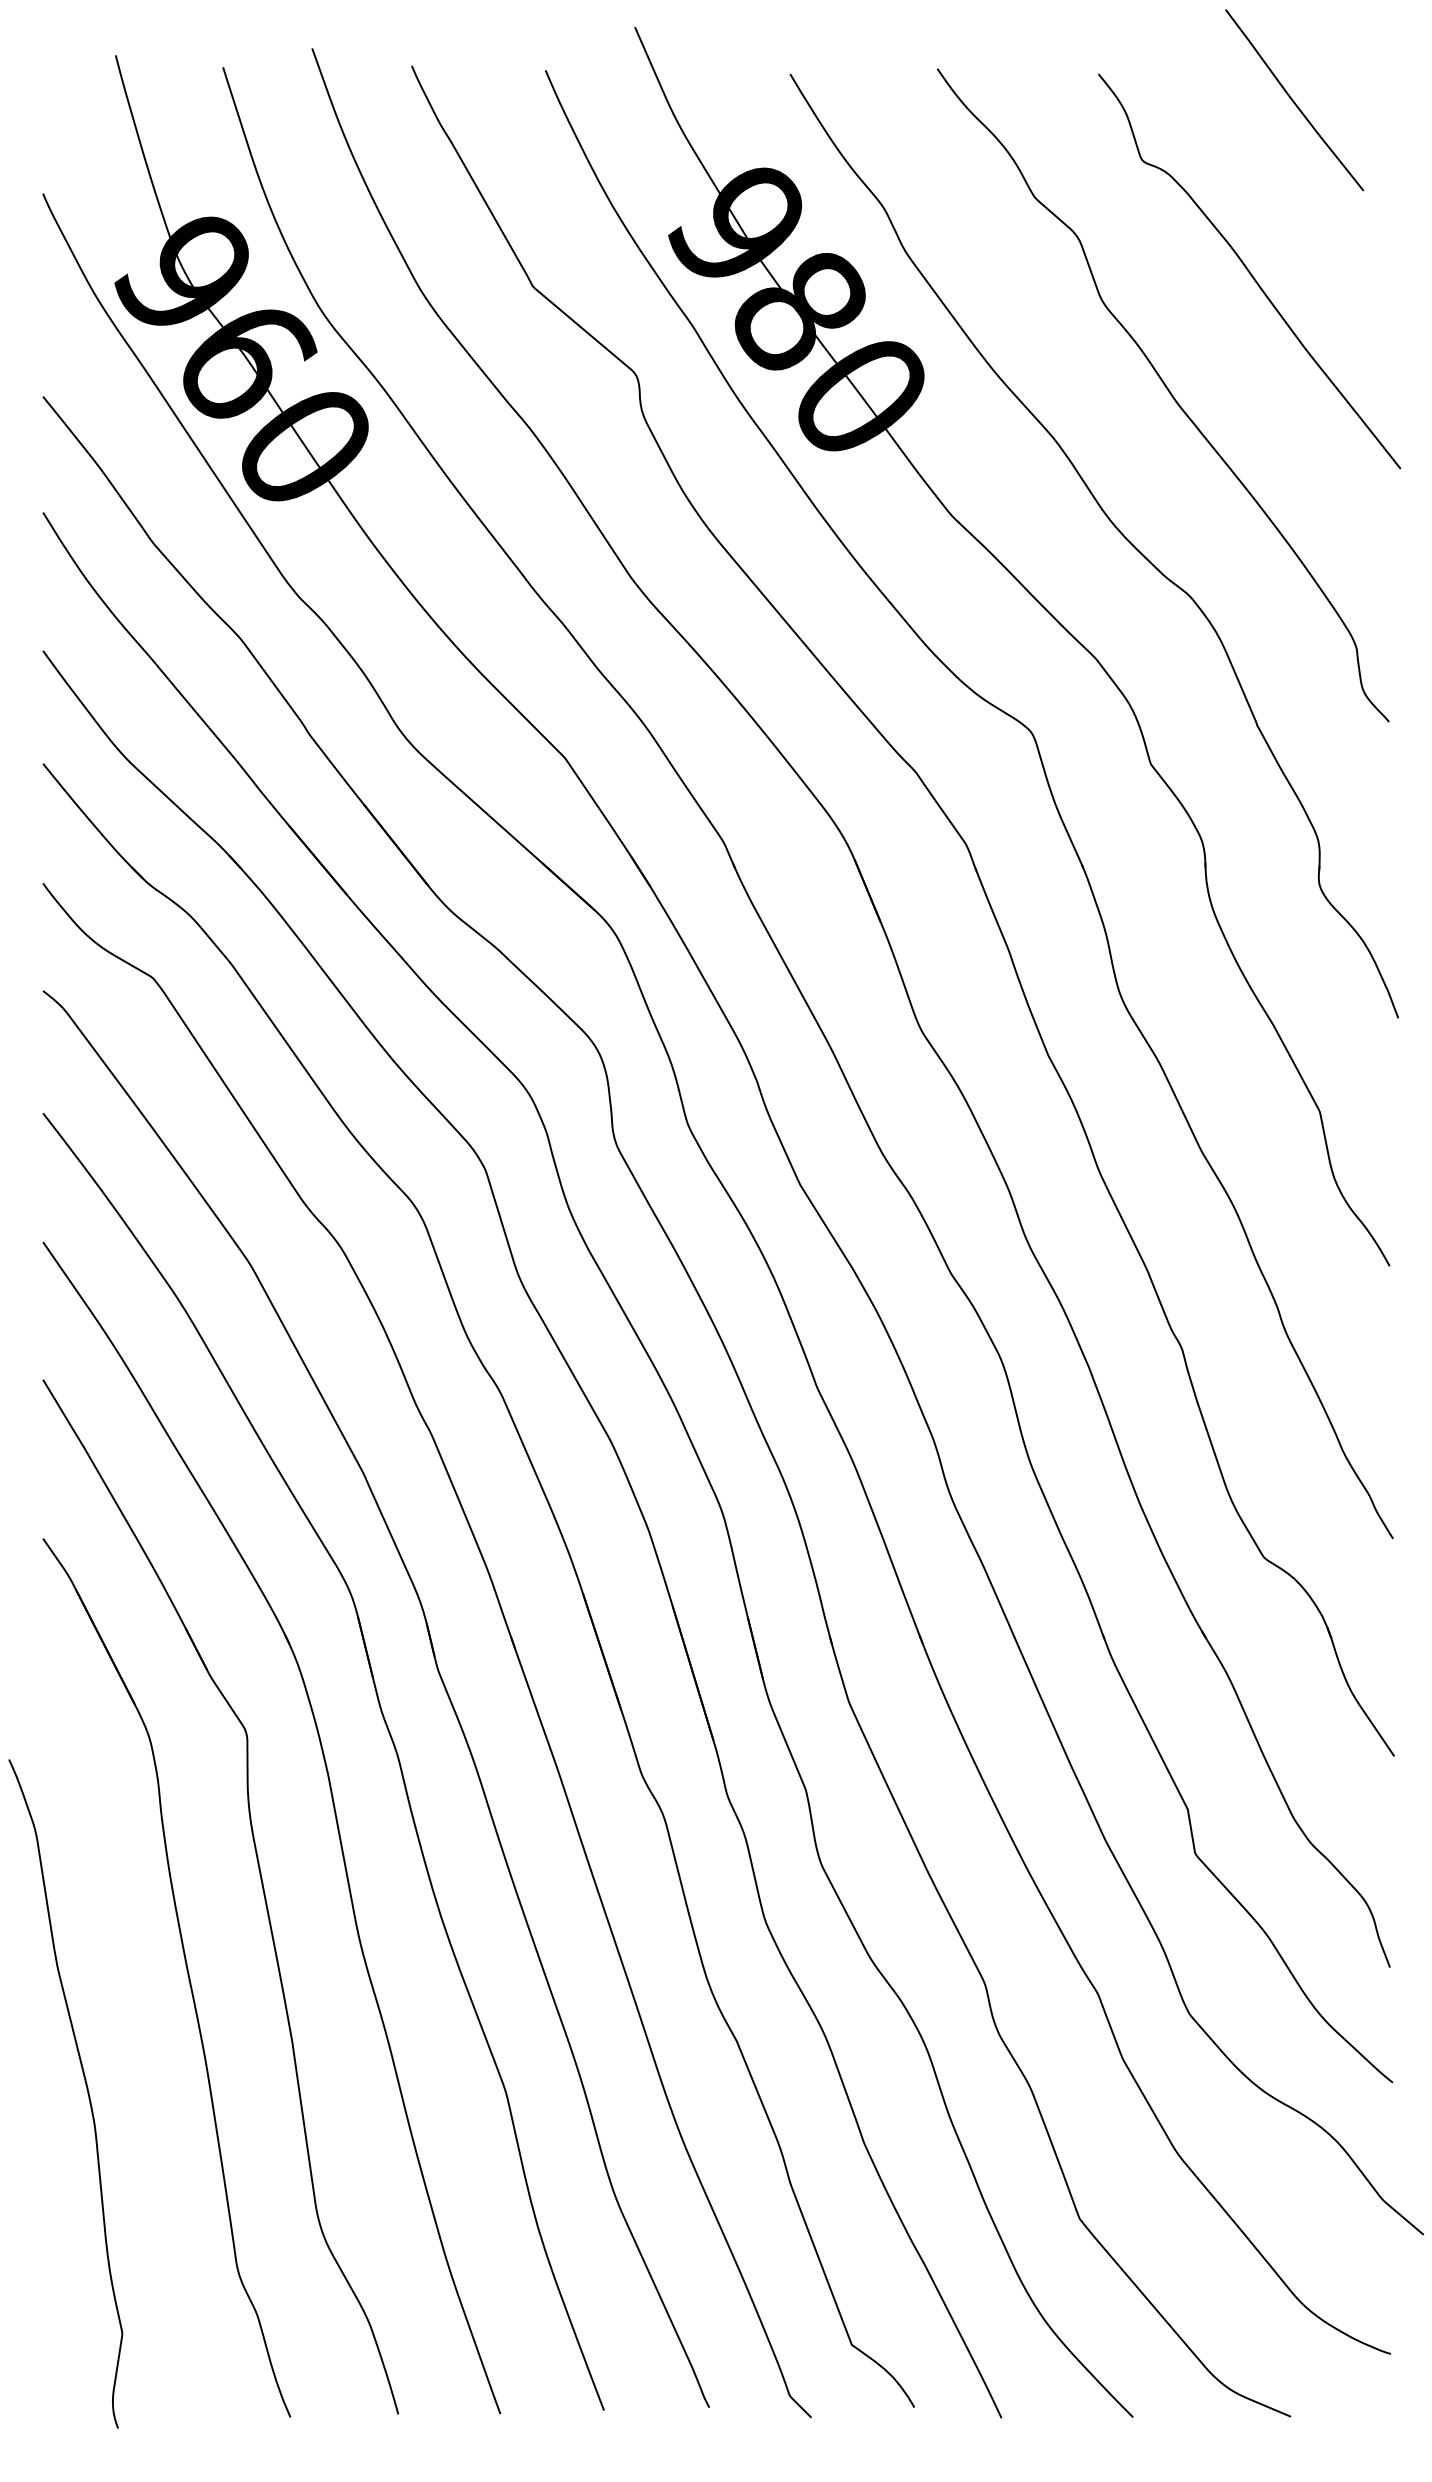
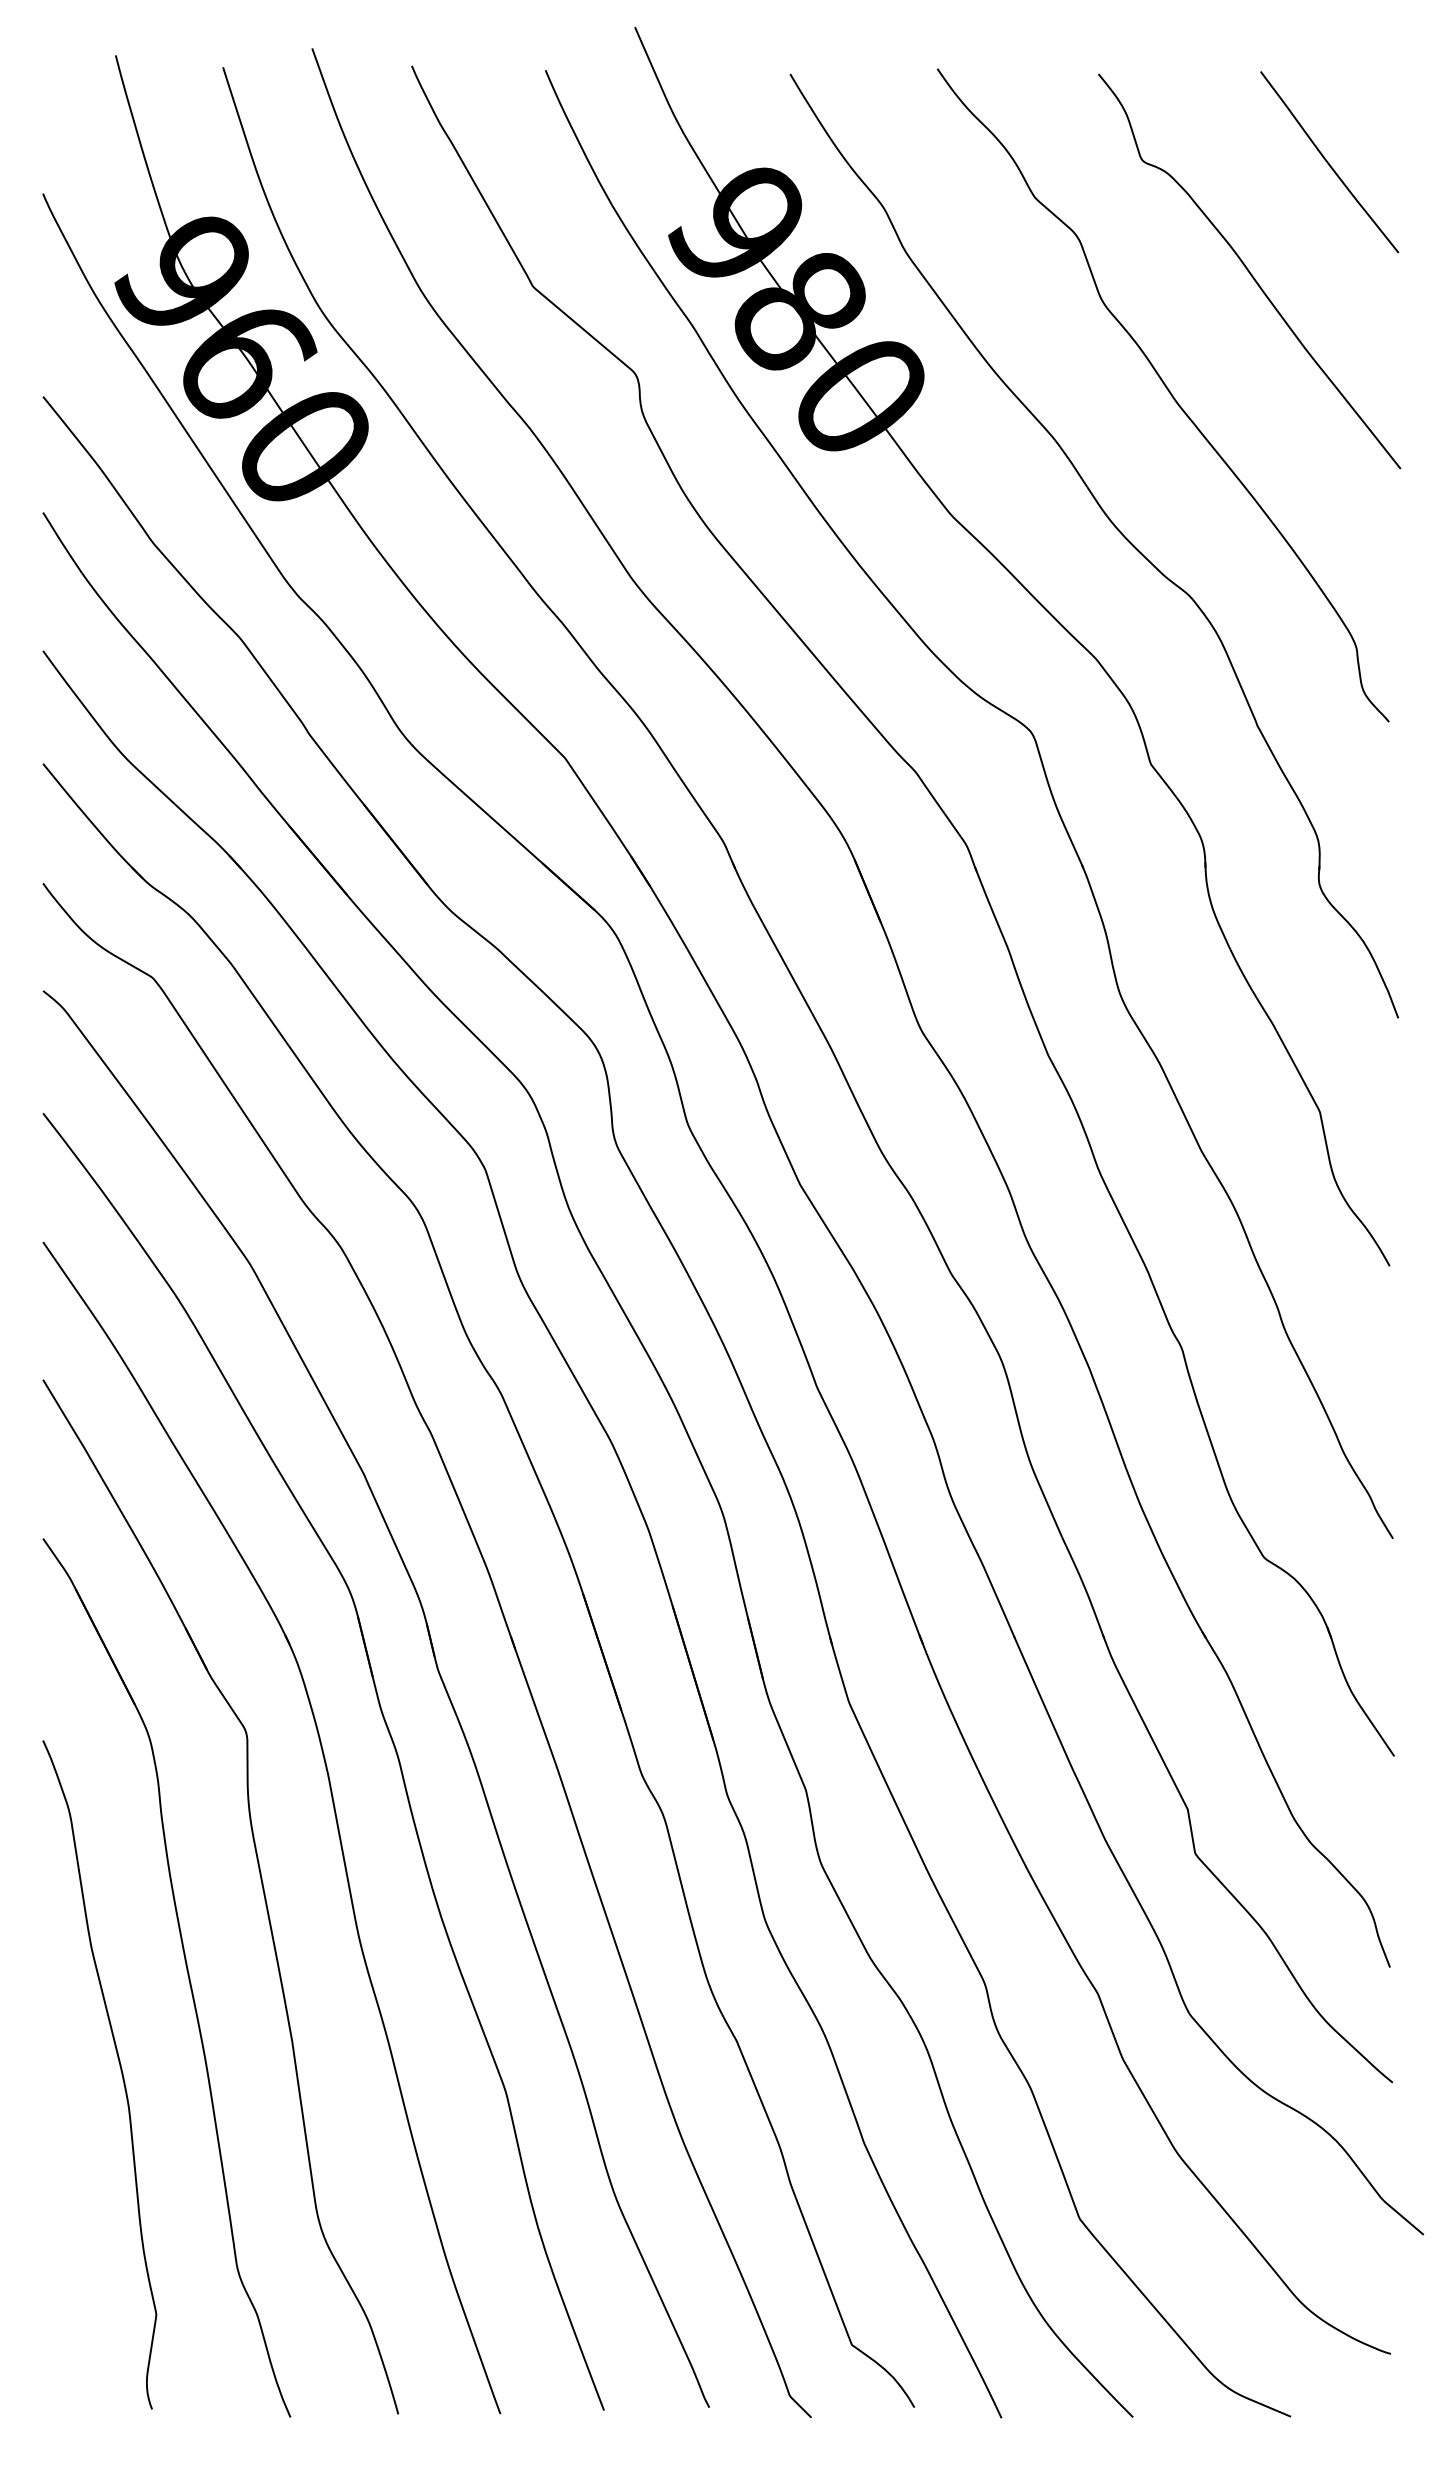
curve at (1293, 100) position: (1293, 100) -> (1328, 162)
curve at (86, 2089) position: (86, 2089) -> (120, 2070)
